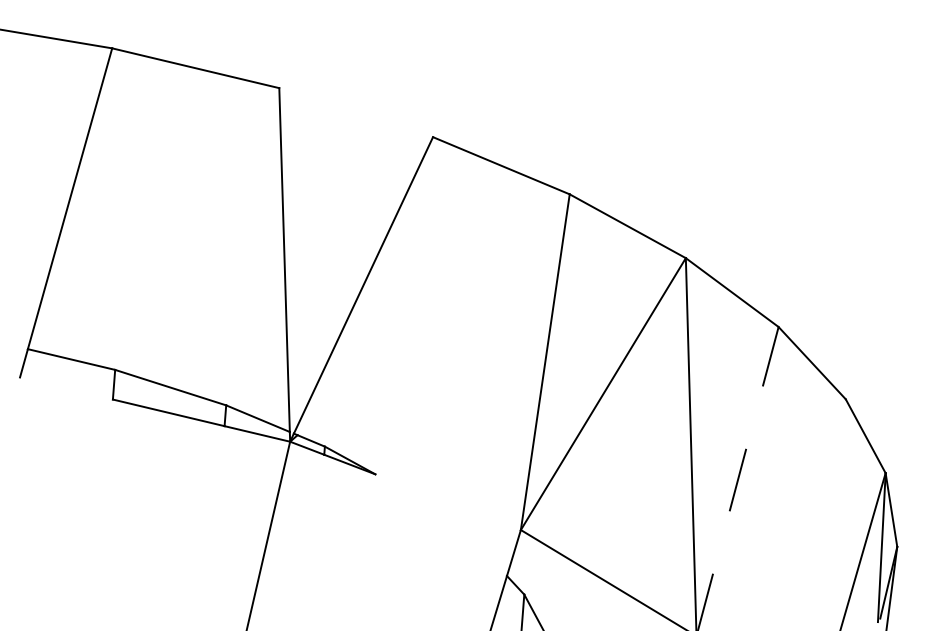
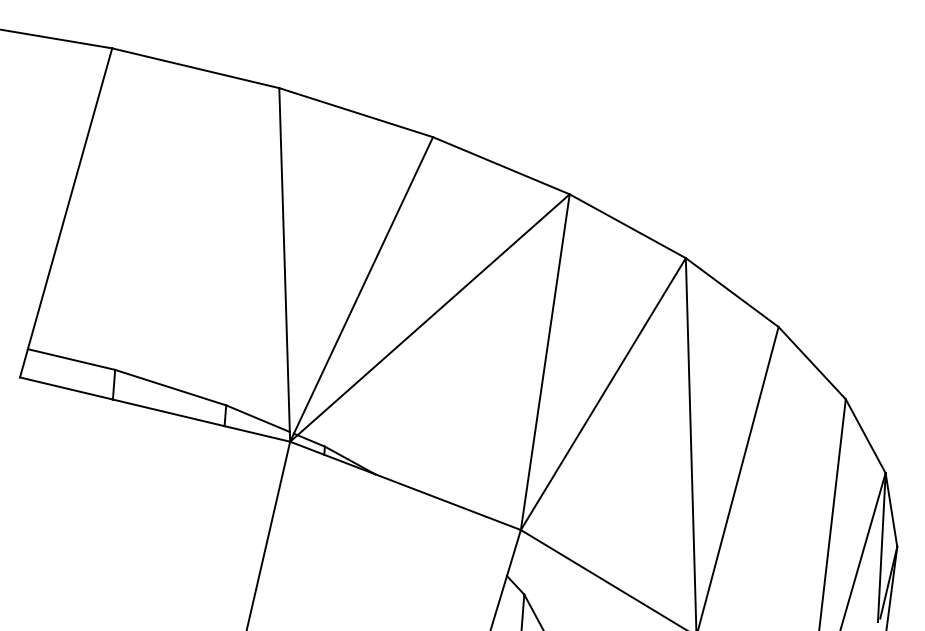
line at (356, 112): none -> present
line at (433, 314): none -> present
line at (66, 388): none -> present
line at (738, 478): dashed -> solid
line at (447, 502): none -> present
line at (832, 513): none -> present
